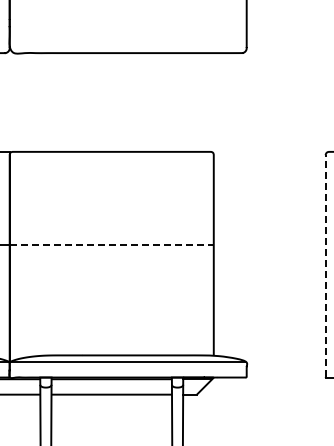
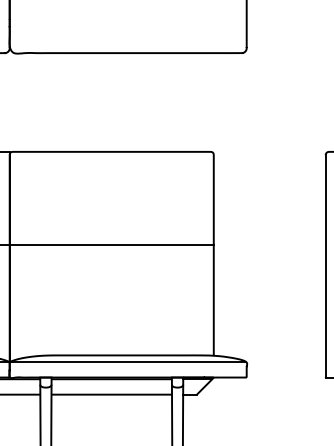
line at (112, 245): dashed -> solid
line at (325, 266): dashed -> solid
